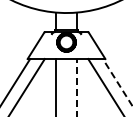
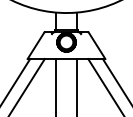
line at (117, 82): dashed -> solid
line at (76, 87): dashed -> solid
